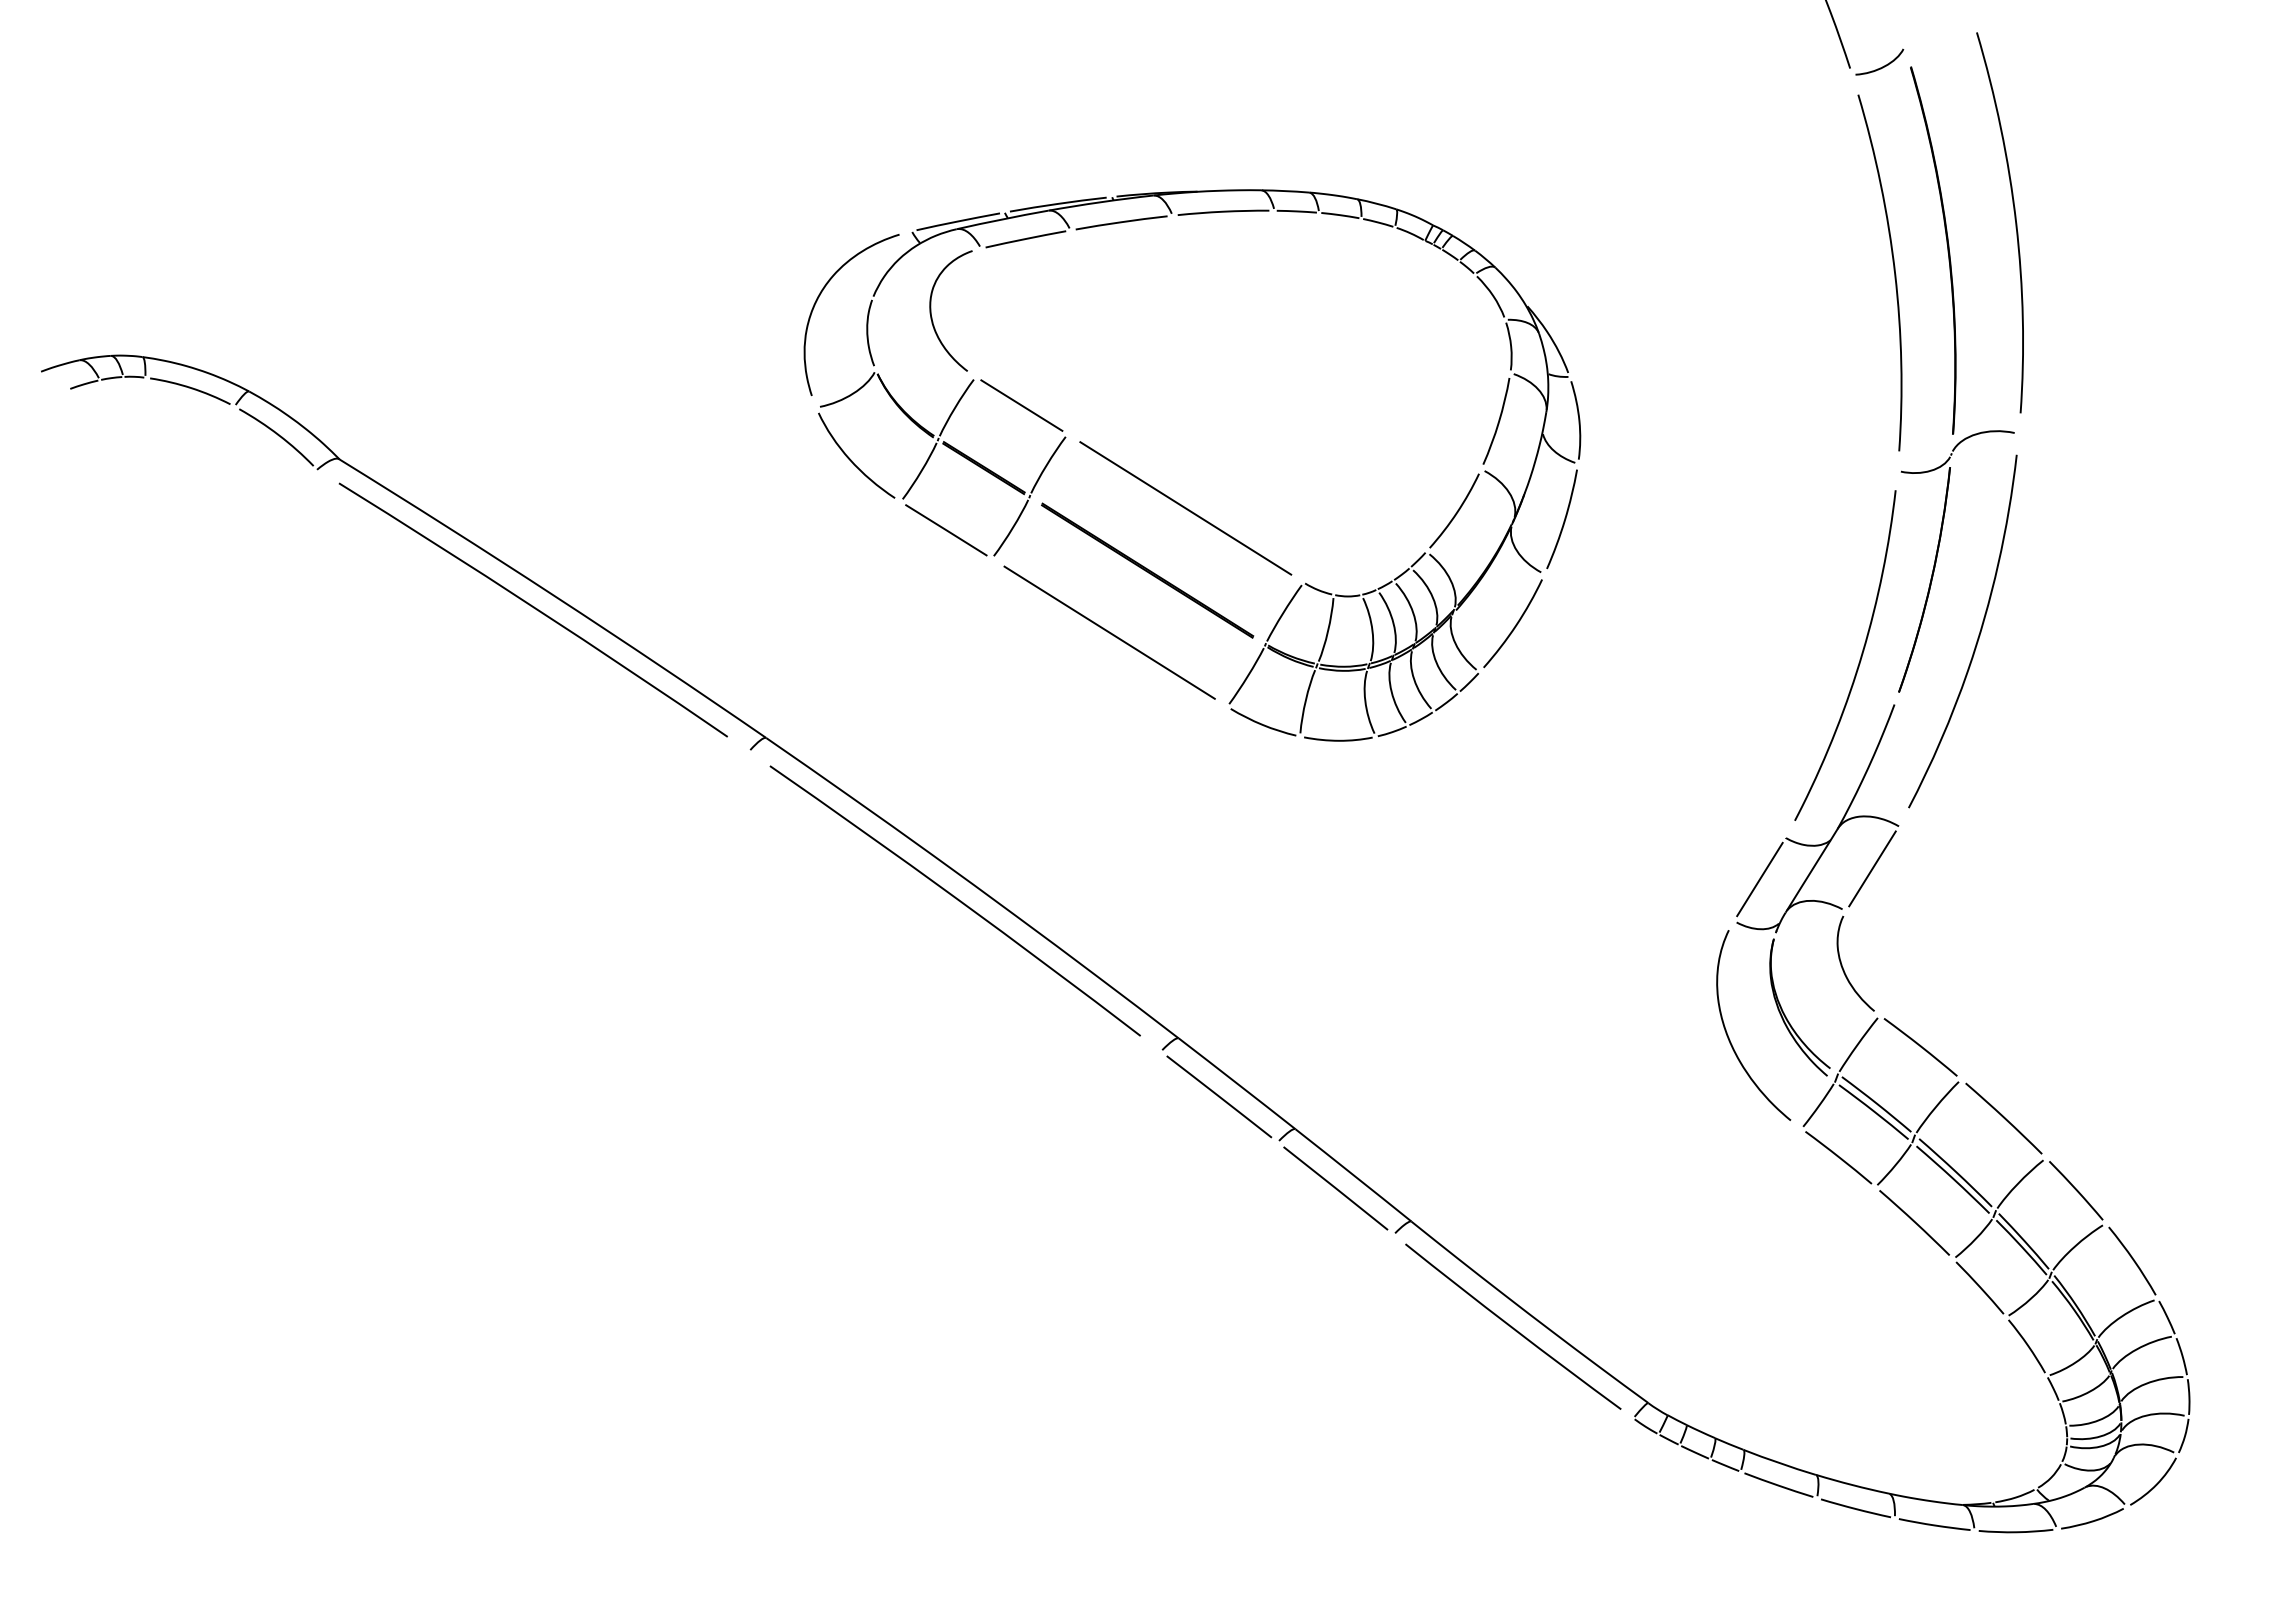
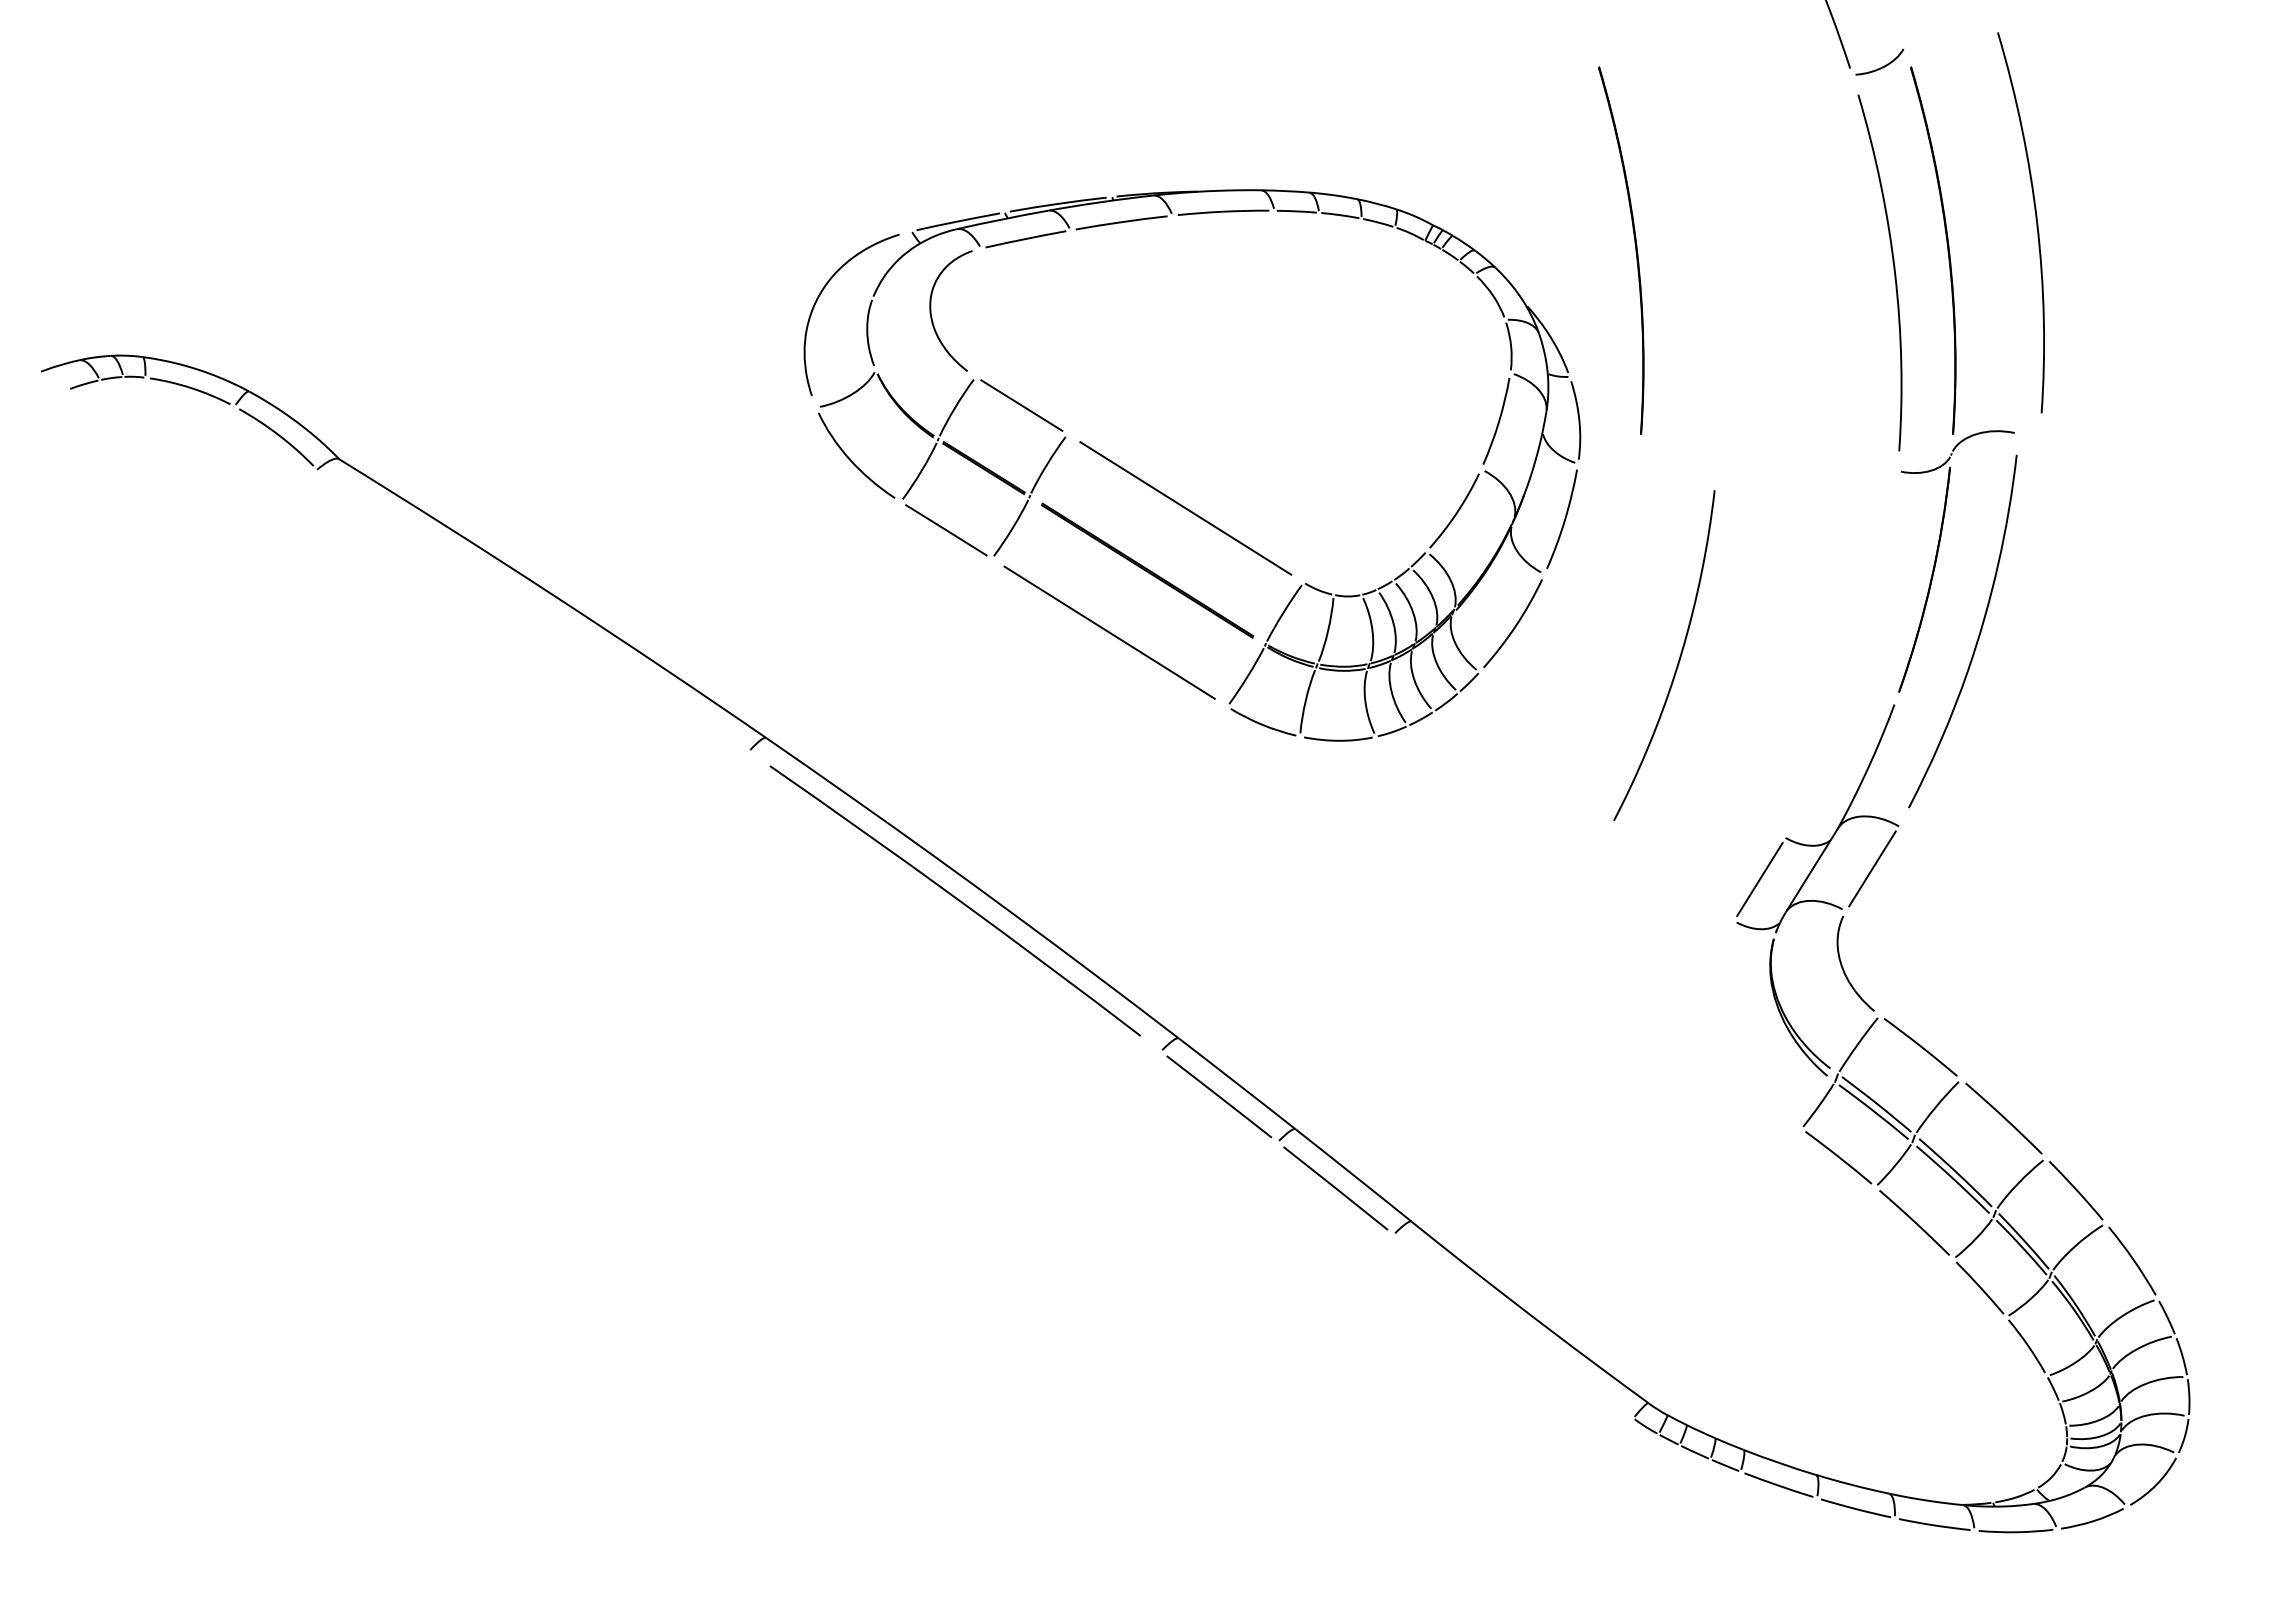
curve at (2014, 219) position: (2014, 219) -> (2035, 219)
part at (1635, 250): none -> present
curve at (533, 608): present -> none
curve at (1859, 659) position: (1859, 659) -> (1678, 659)
curve at (1729, 1037): present -> none
curve at (1512, 1326): present -> none
